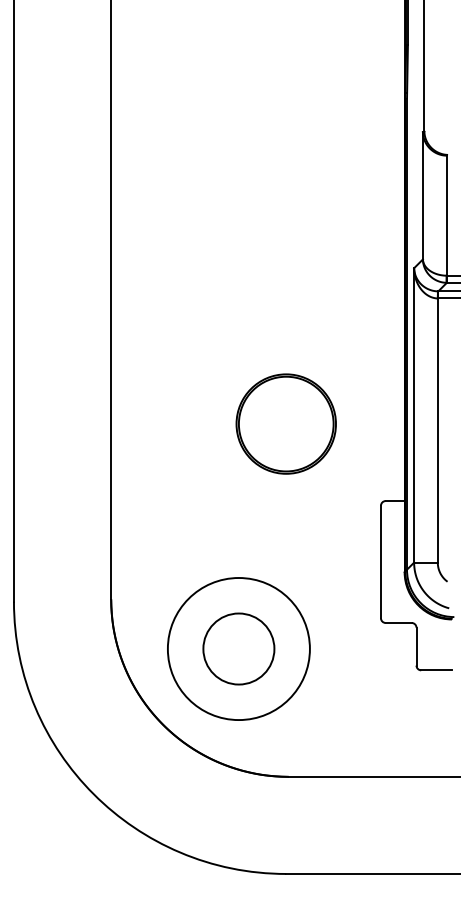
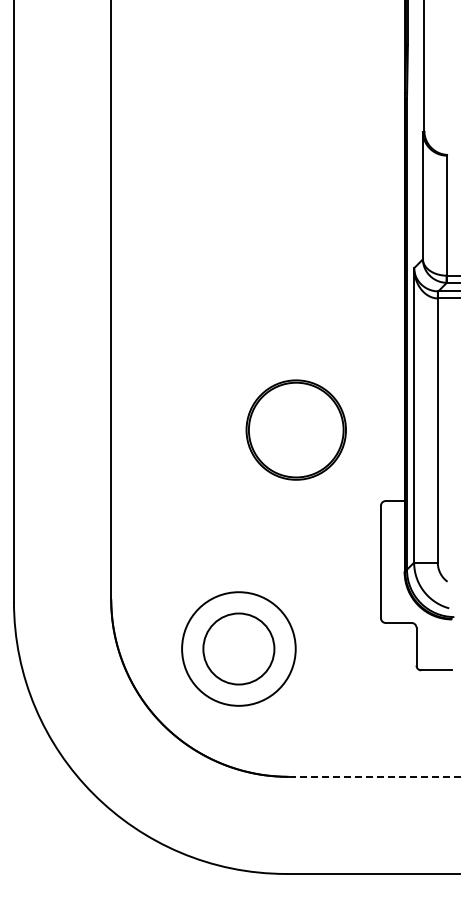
part at (285, 423) position: (285, 423) -> (295, 429)
circle at (238, 649) diameter: 142 px -> 114 px
line at (374, 776): solid -> dashed
